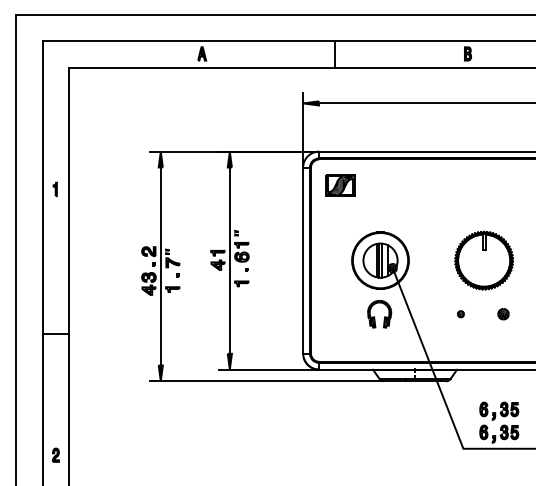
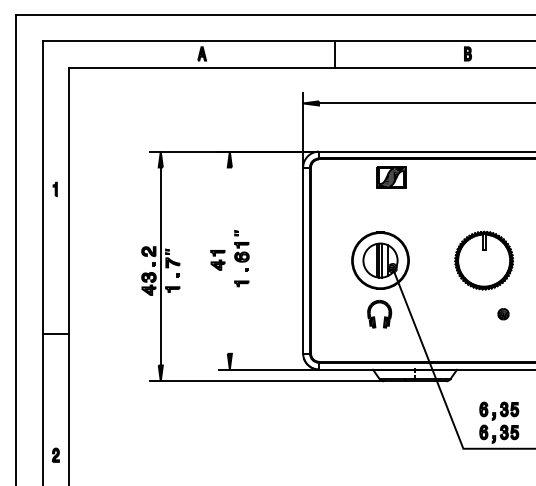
part at (340, 185) position: (340, 185) -> (391, 177)
line at (229, 260): present -> none
part at (460, 314): present -> none
